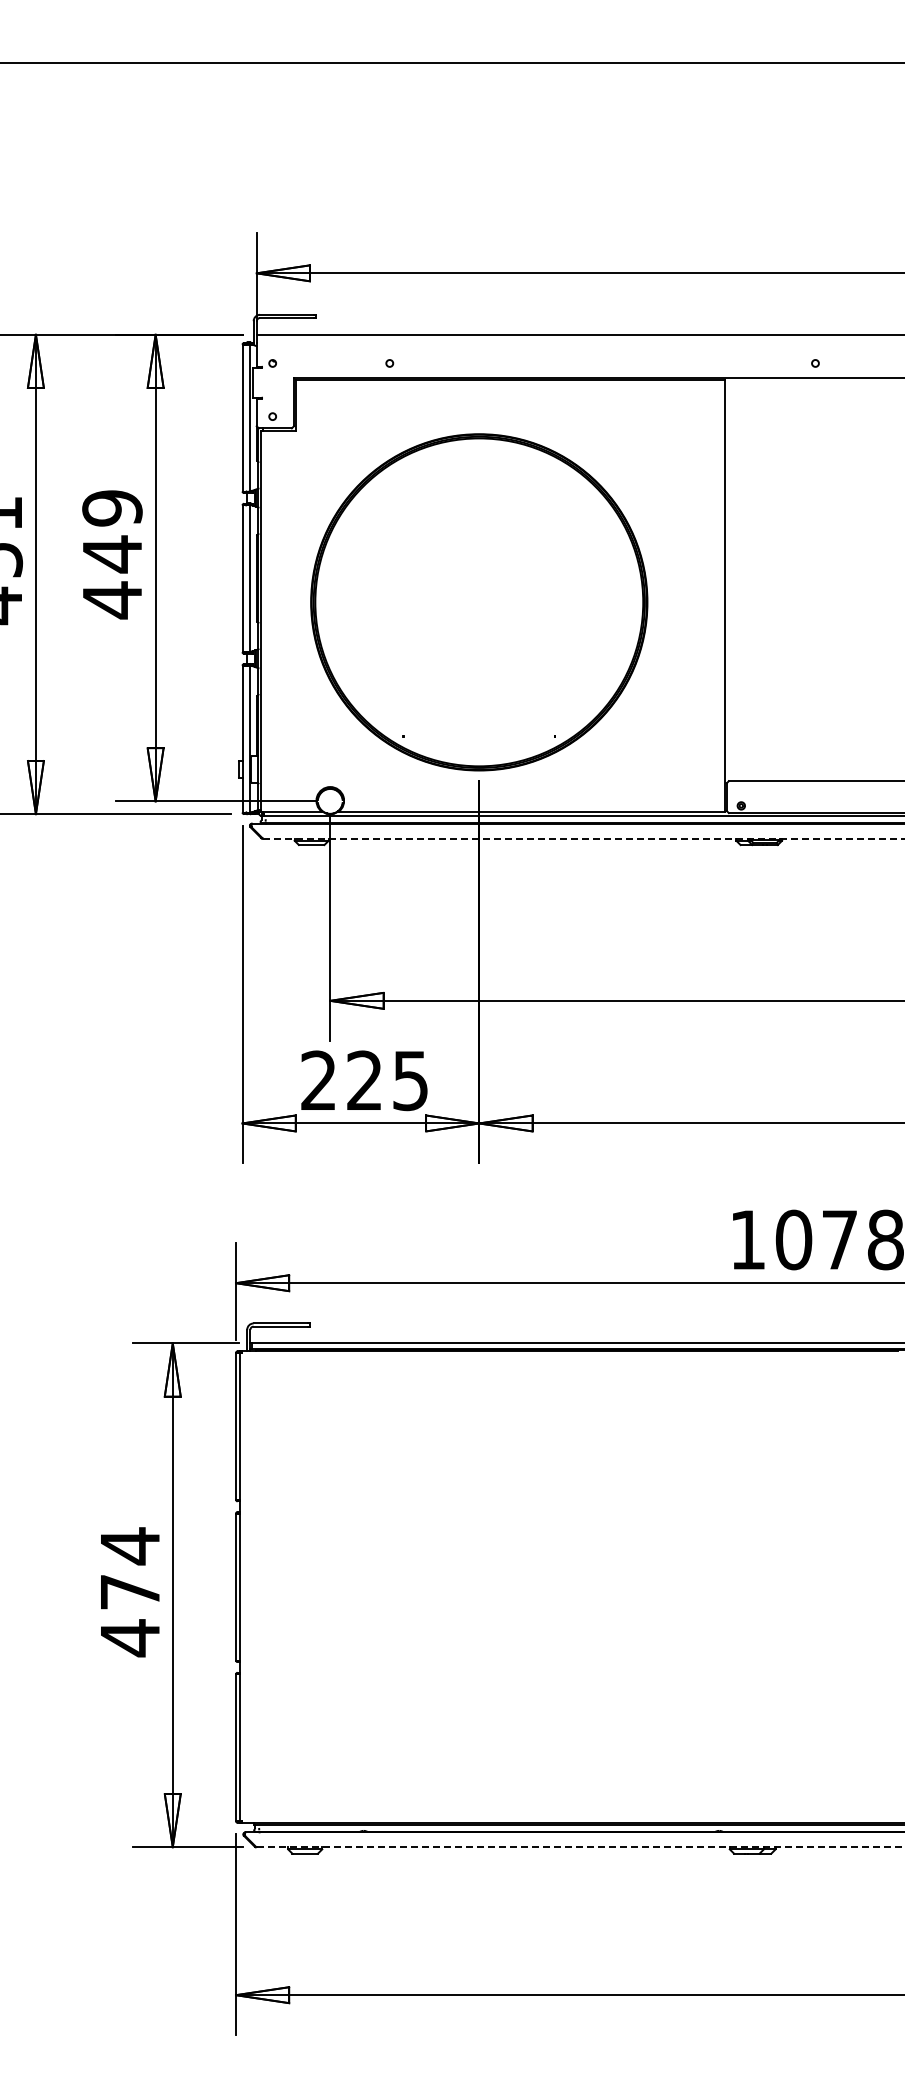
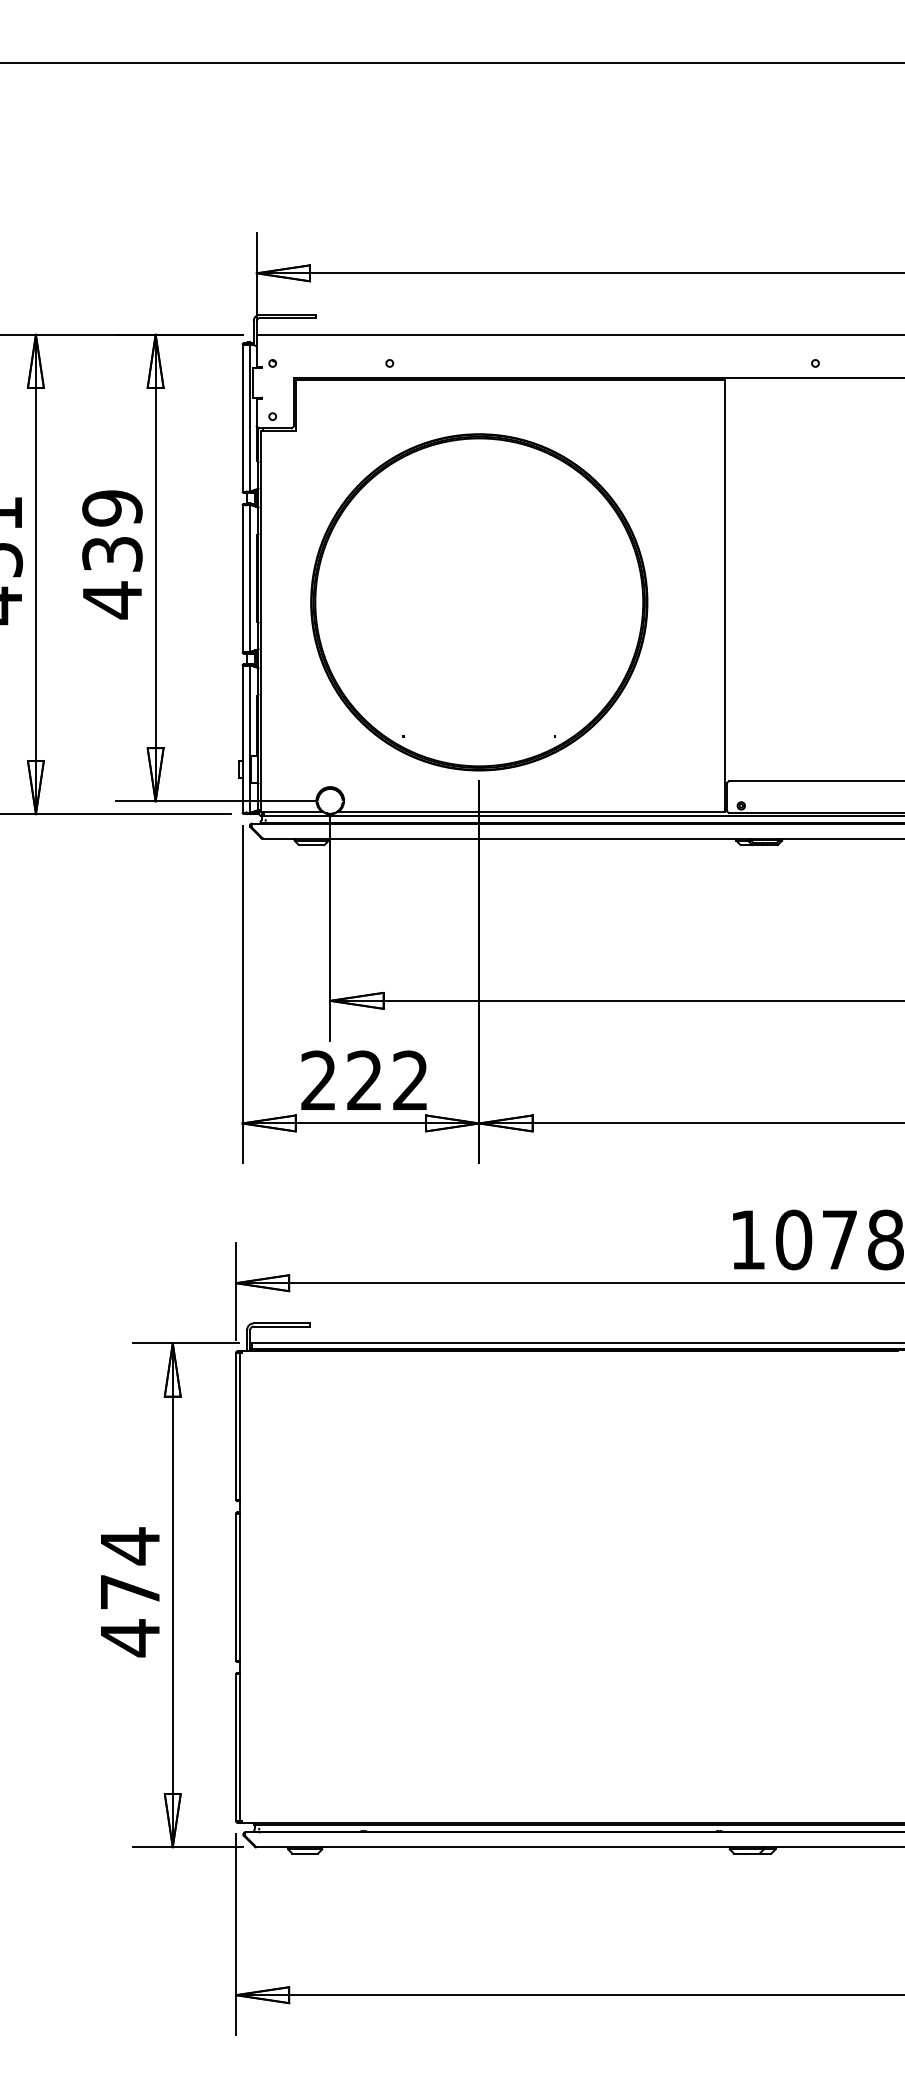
text at (112, 554): 449 -> 439
line at (584, 838): dashed -> solid
text at (410, 1080): 225 -> 222
line at (580, 1847): dashed -> solid
